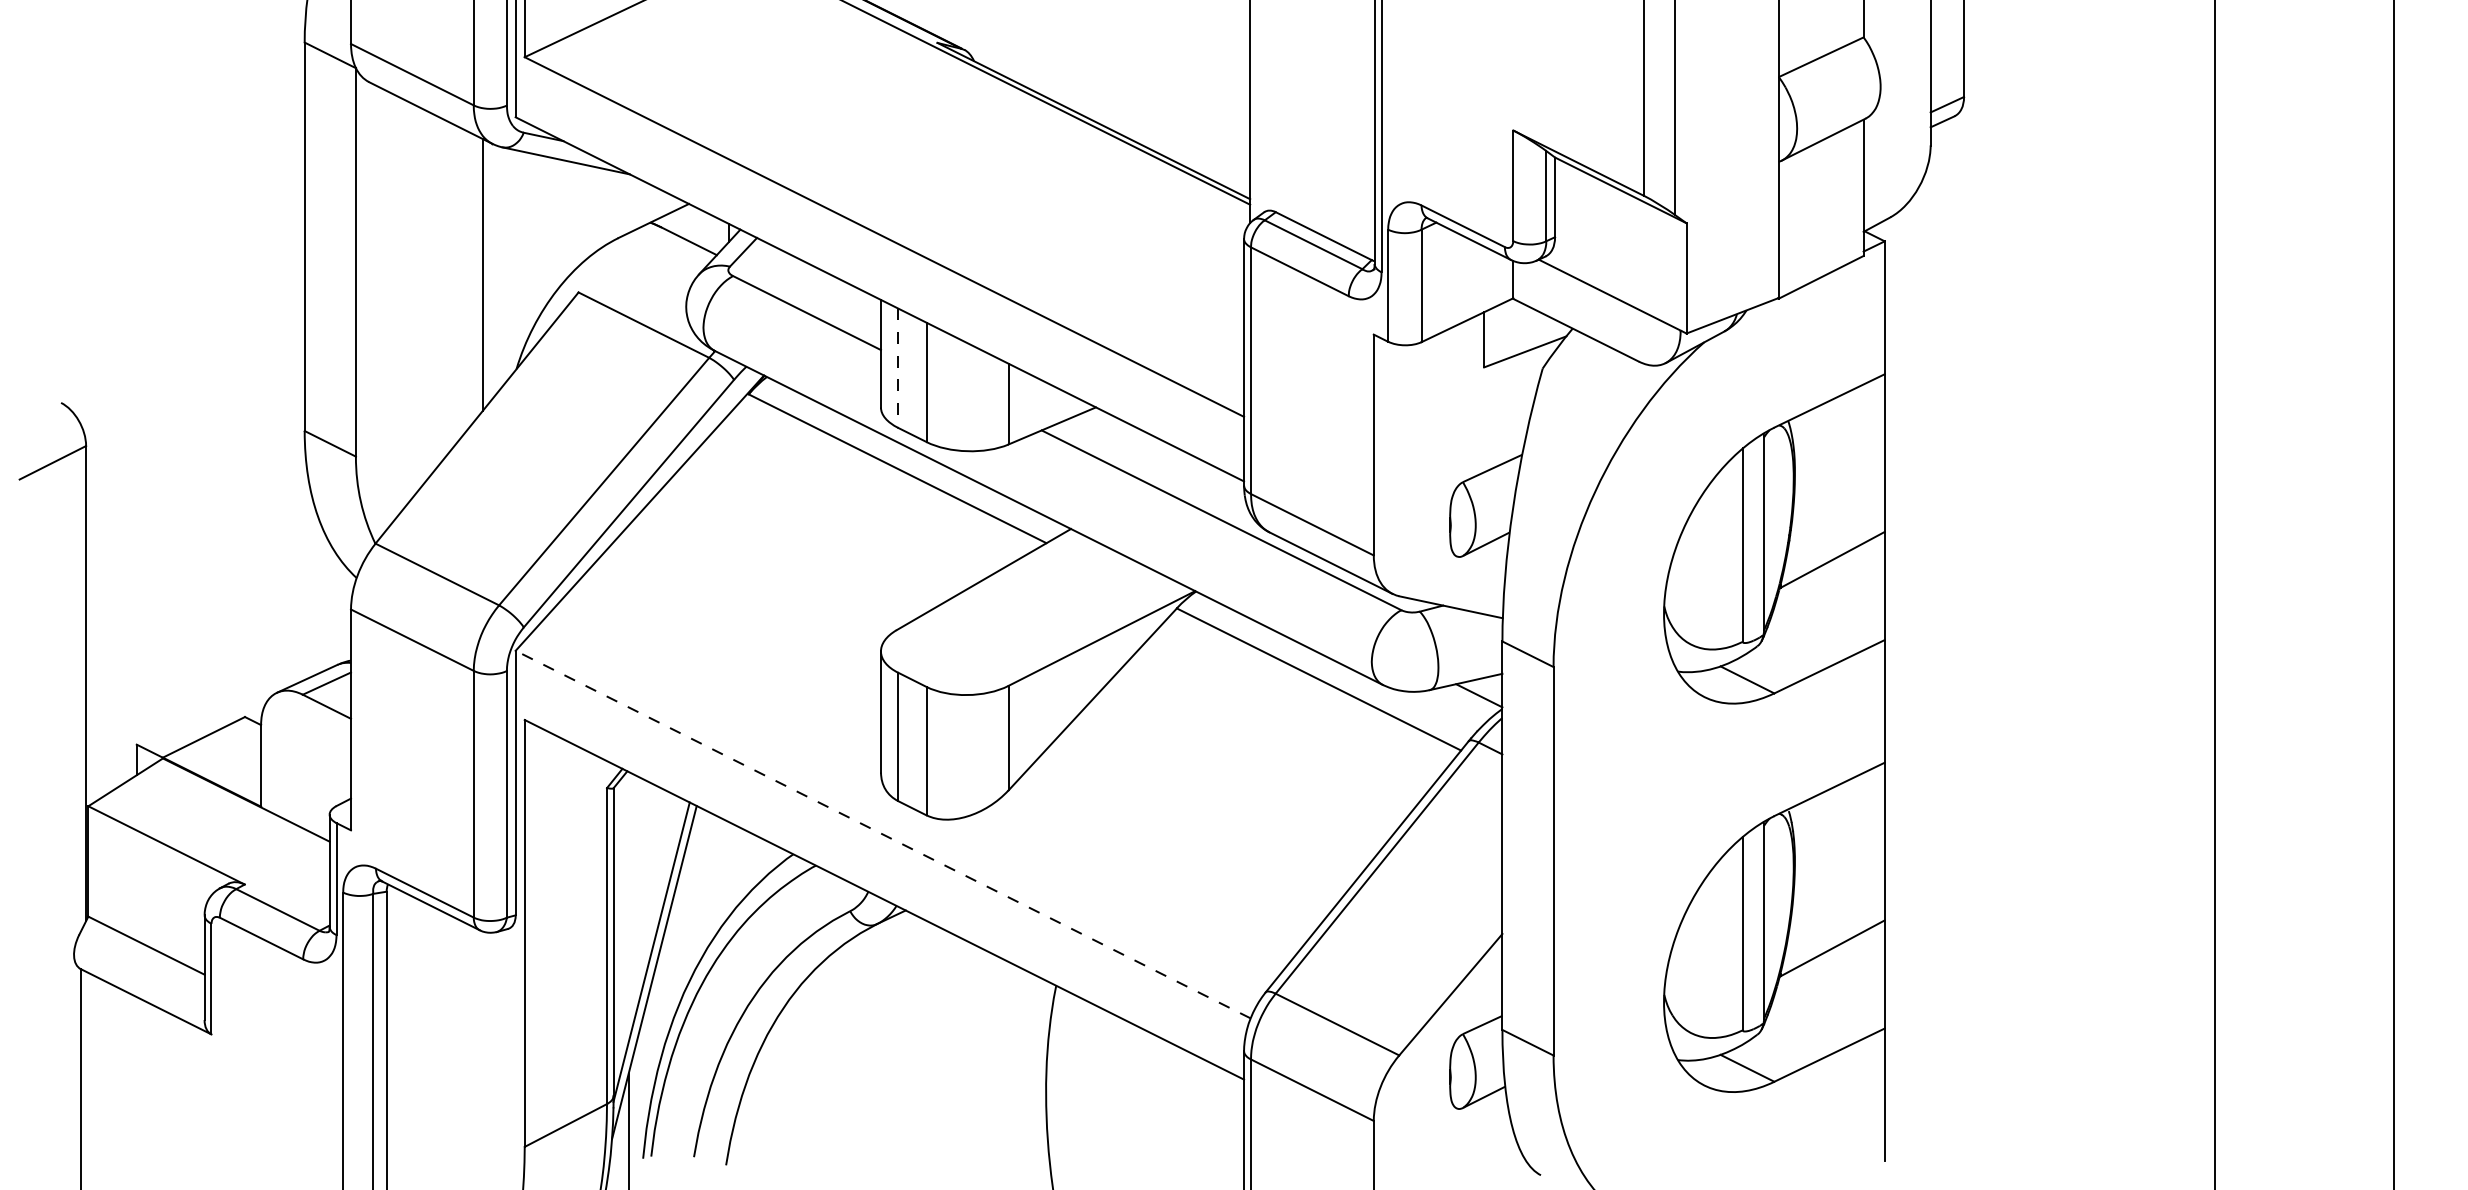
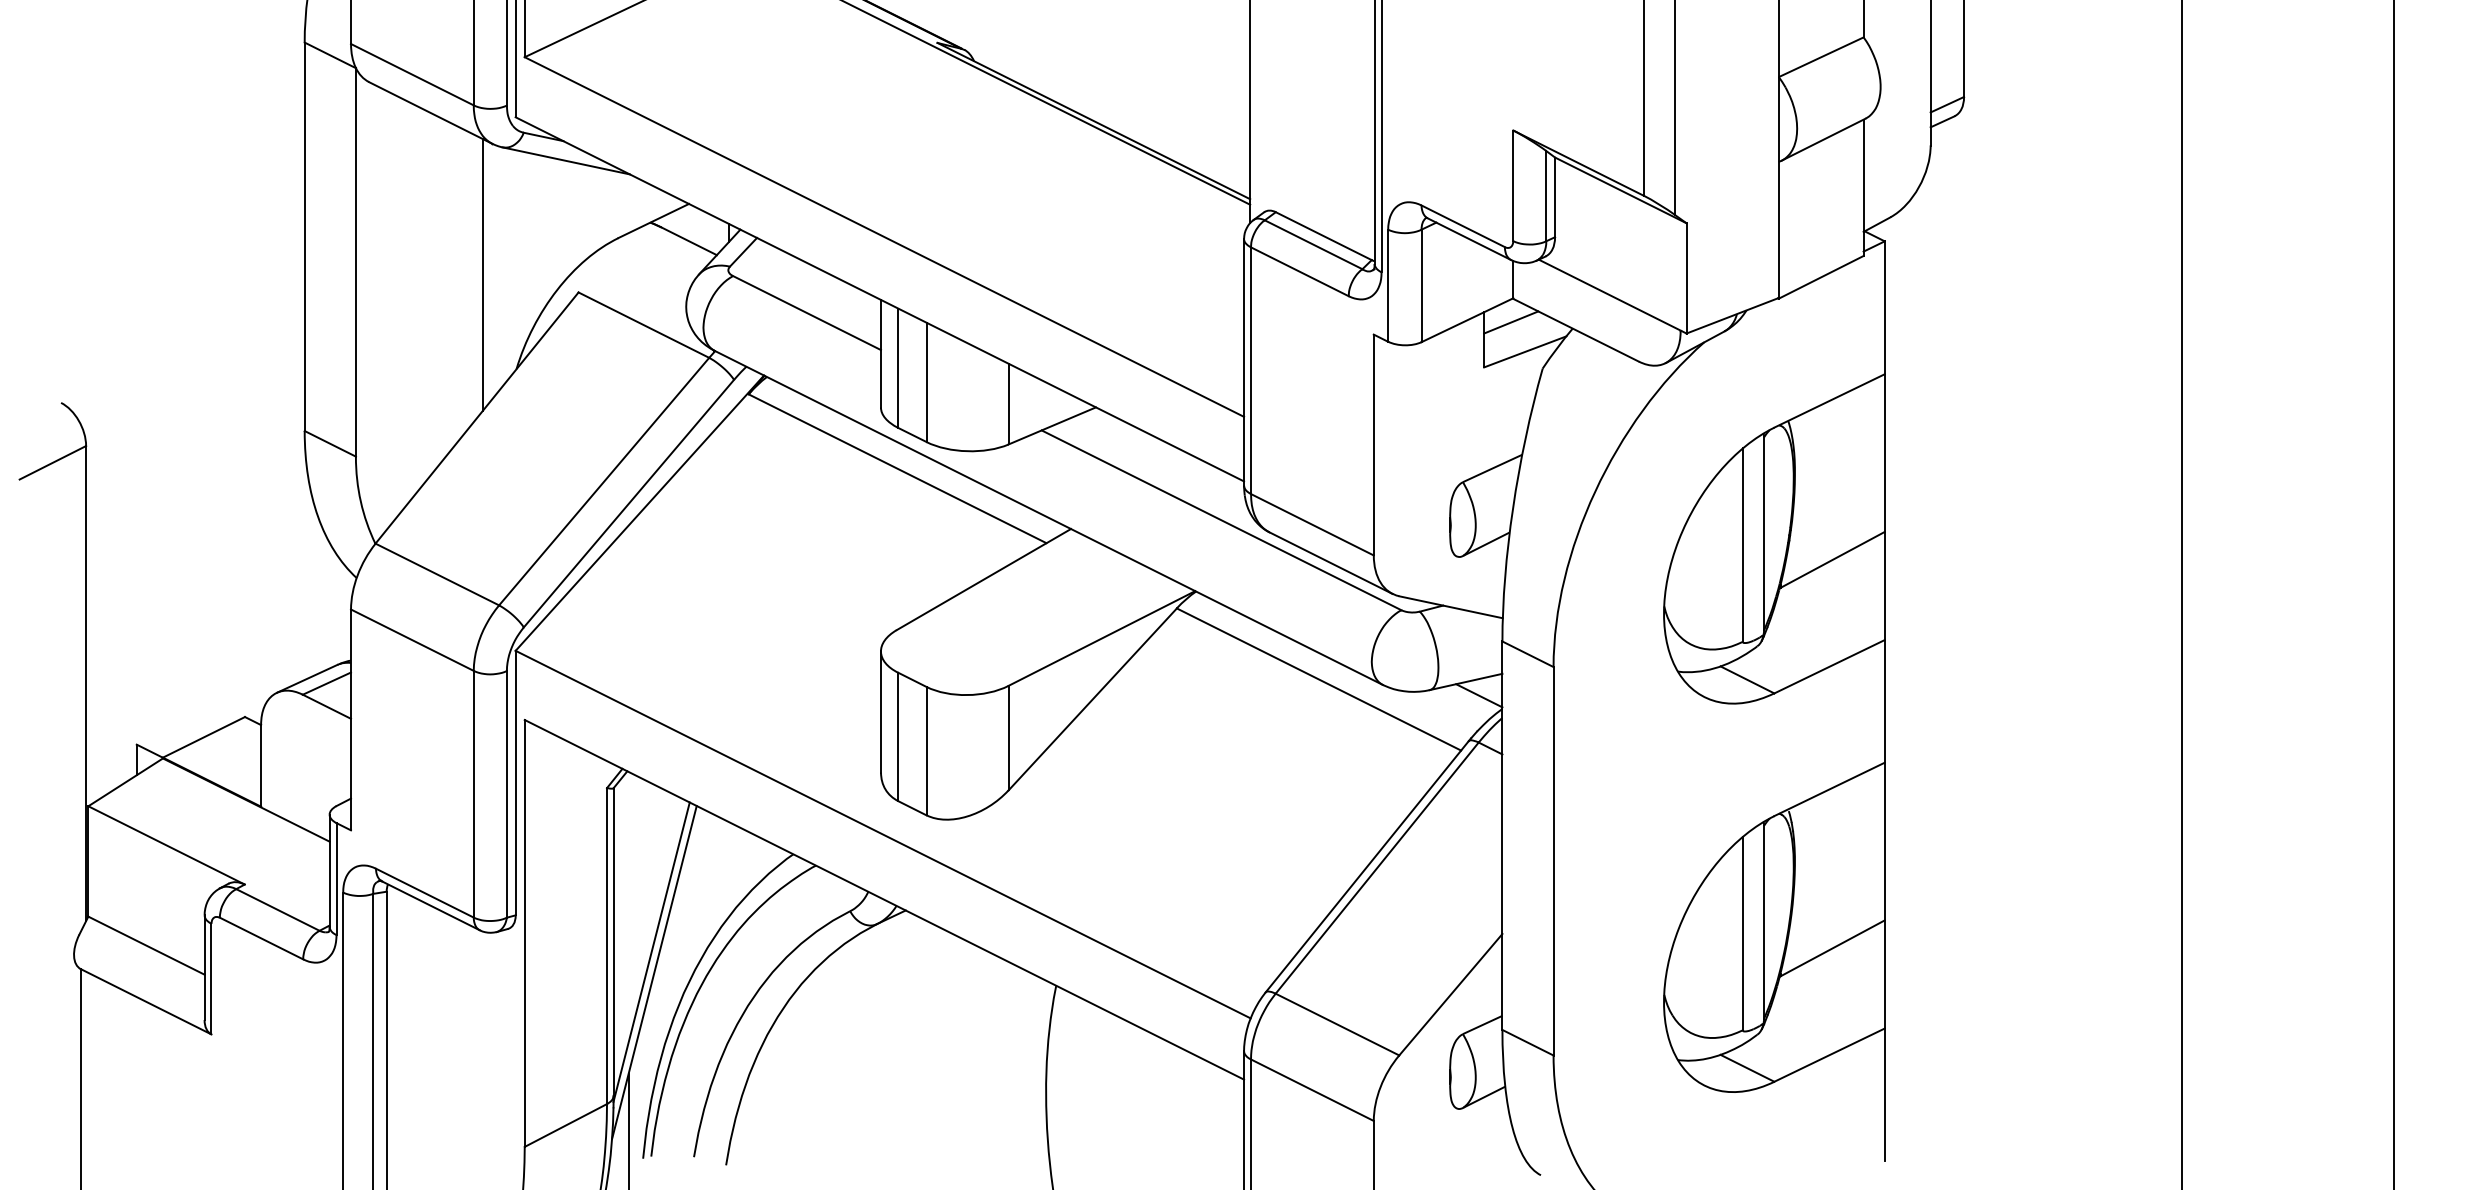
line at (1511, 322): none -> present
line at (898, 368): dashed -> solid
line at (2214, 594) position: (2214, 594) -> (2181, 594)
line at (883, 834): dashed -> solid
